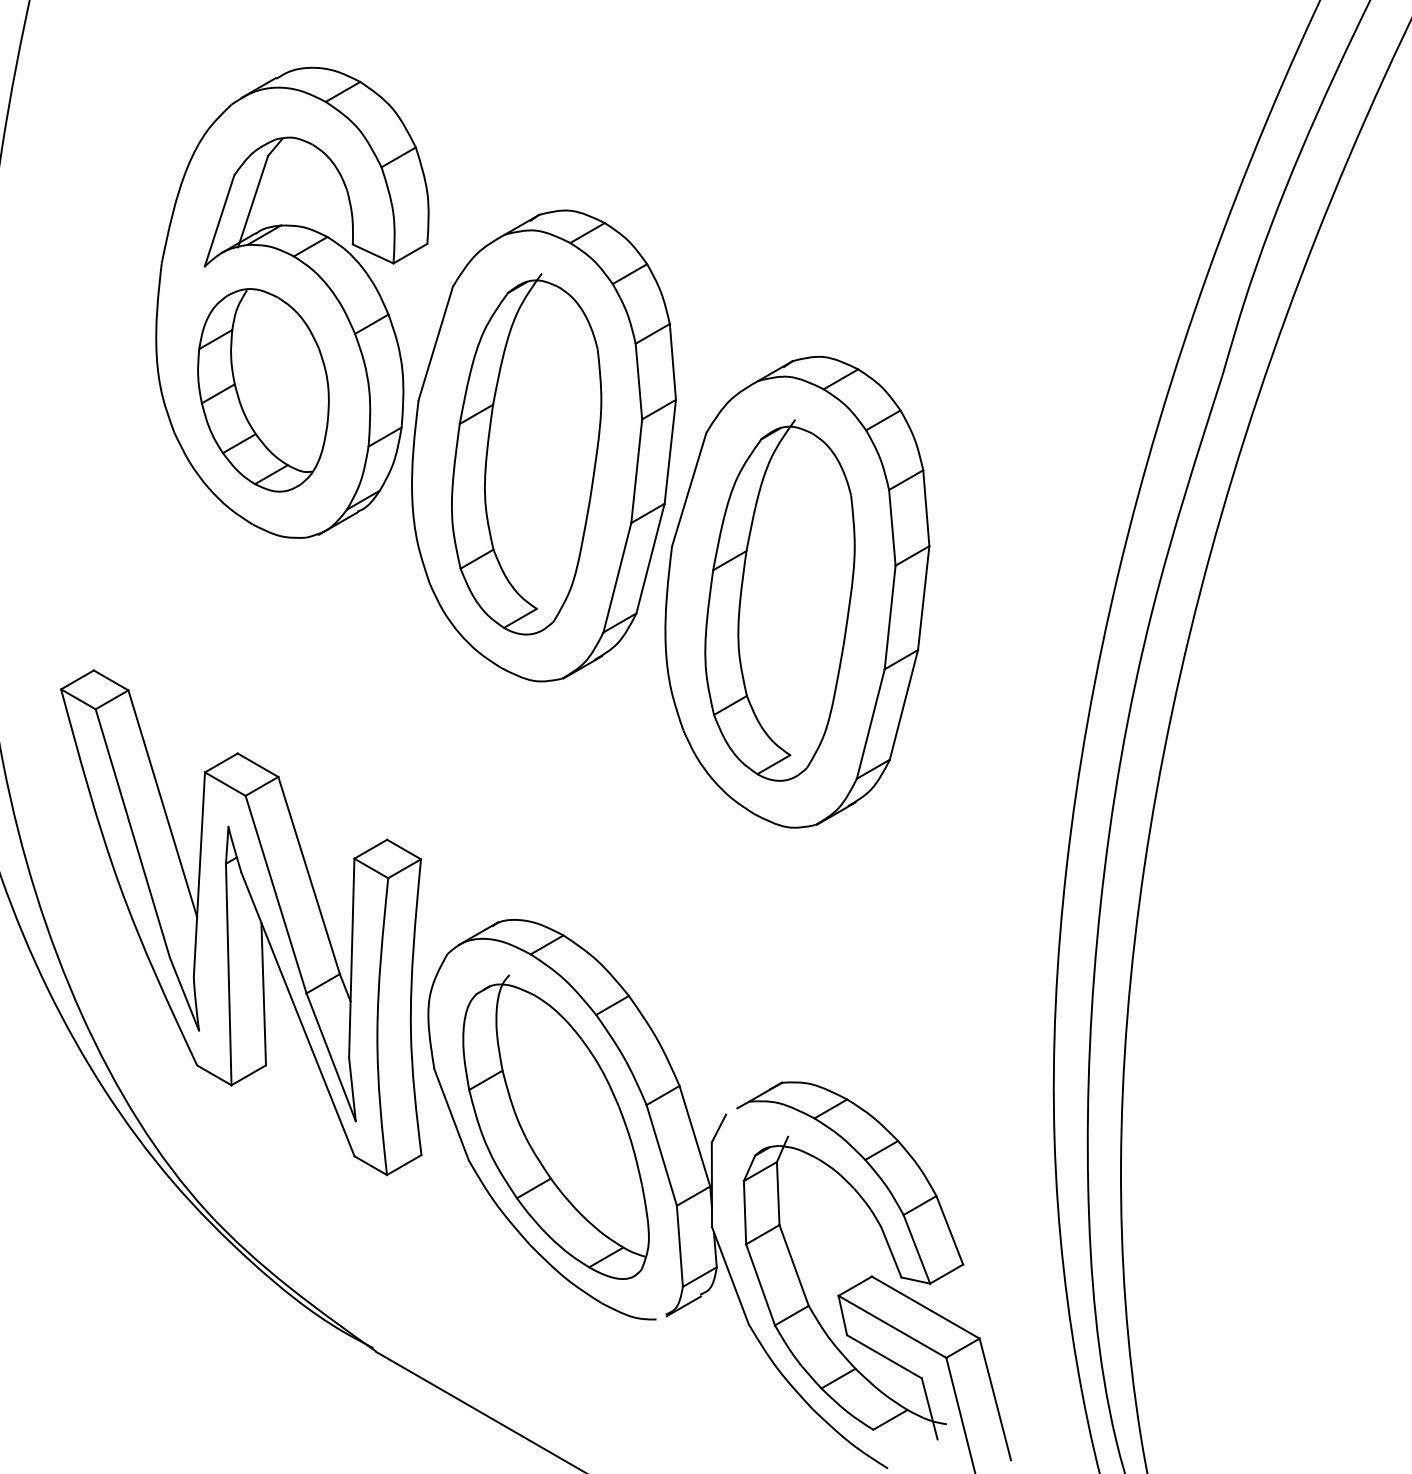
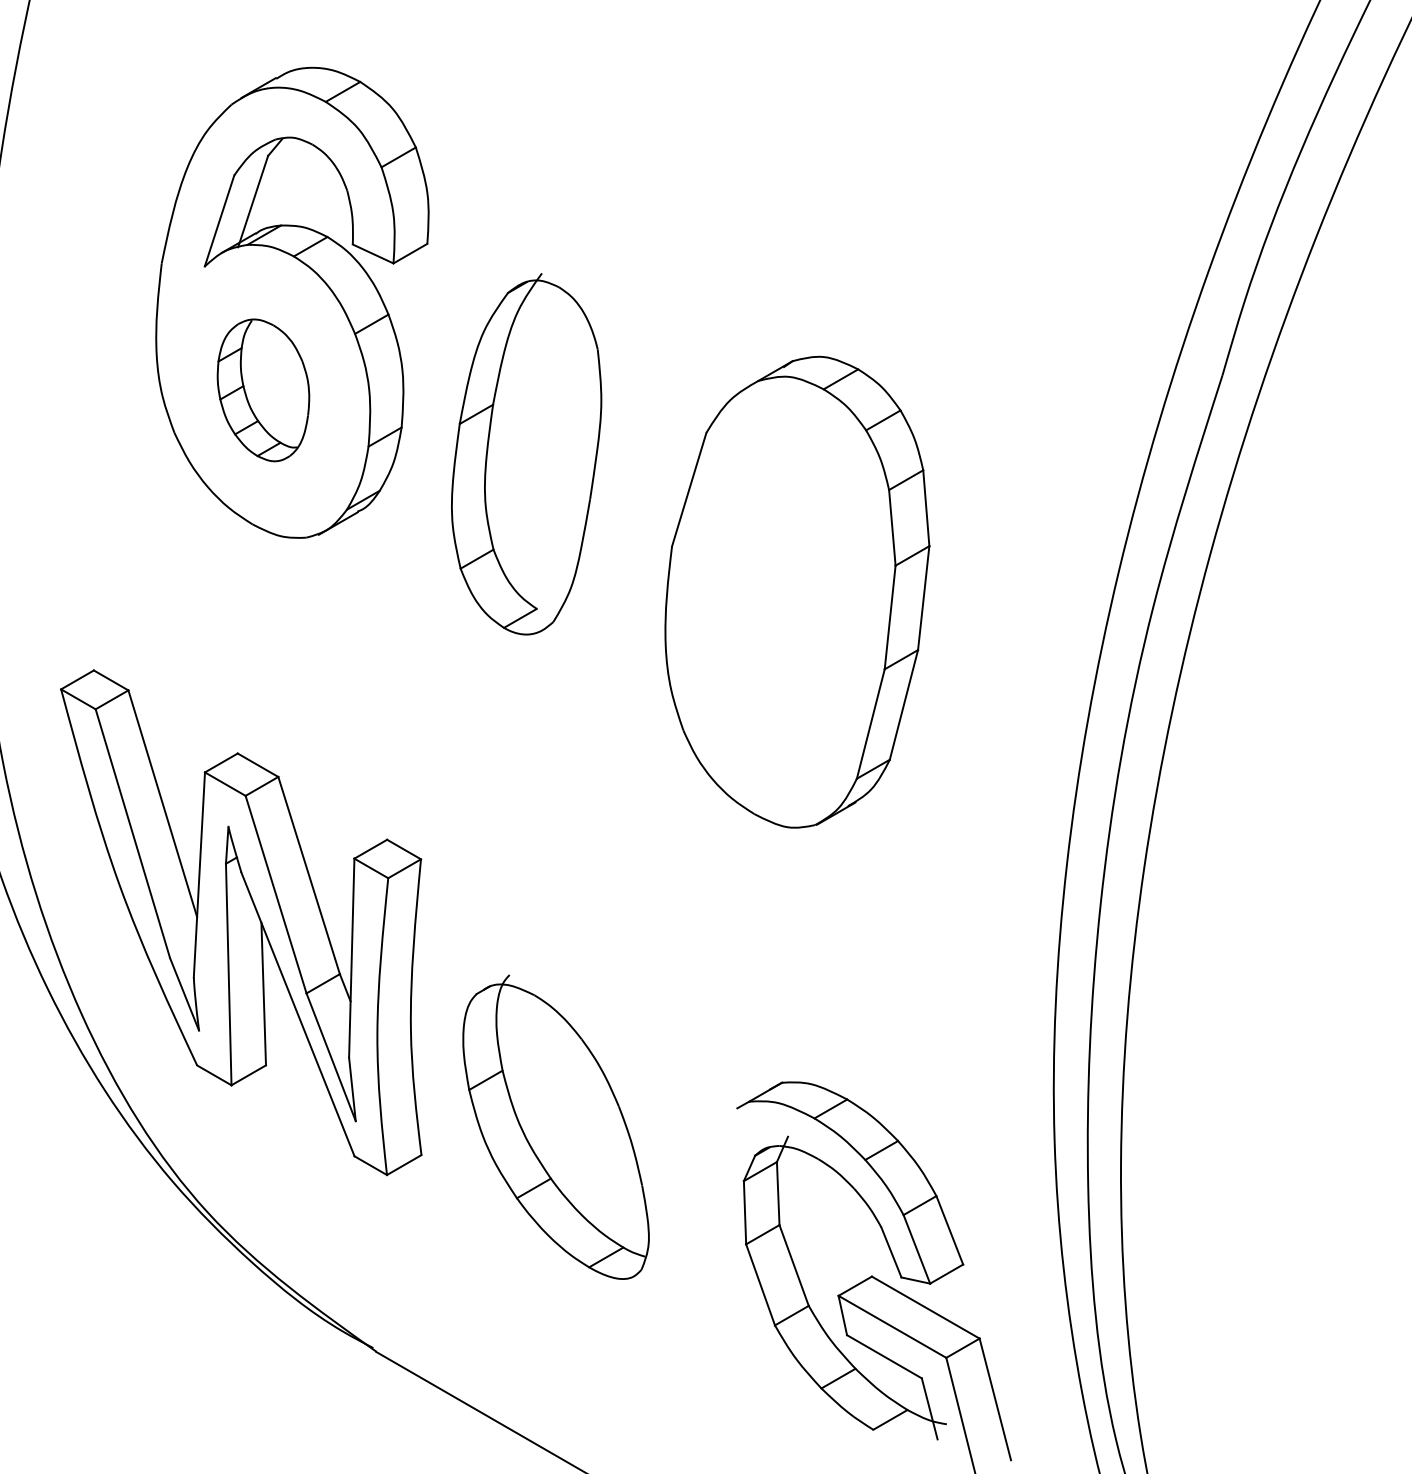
part at (263, 390) size: 133x205 px -> 95x145 px
part at (543, 445): present -> none
part at (779, 600): present -> none
part at (670, 1188): present -> none
